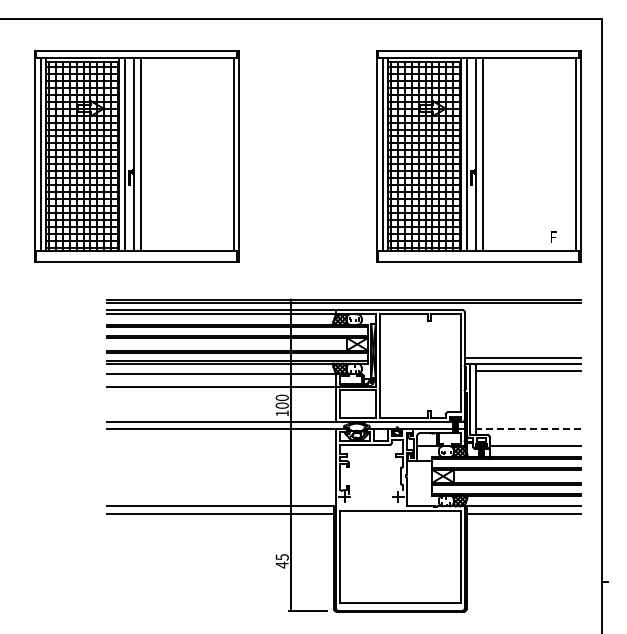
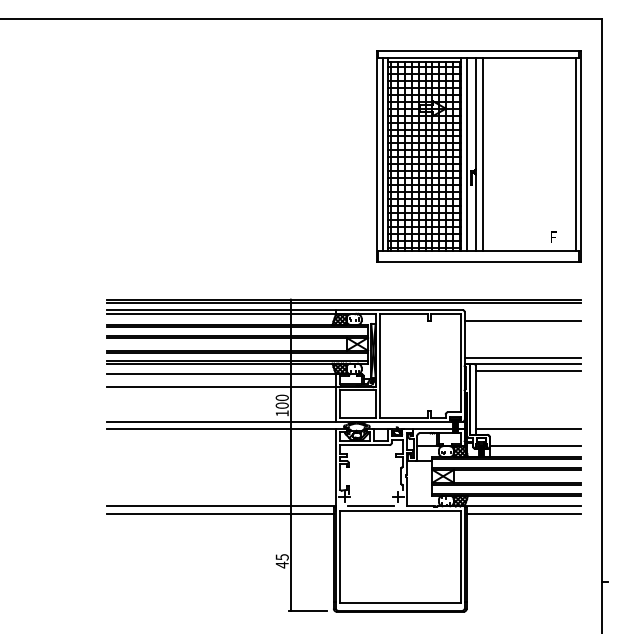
part at (136, 156): present -> none
line at (522, 321): none -> present
line at (527, 429): dashed -> solid
line at (371, 506): none -> present
